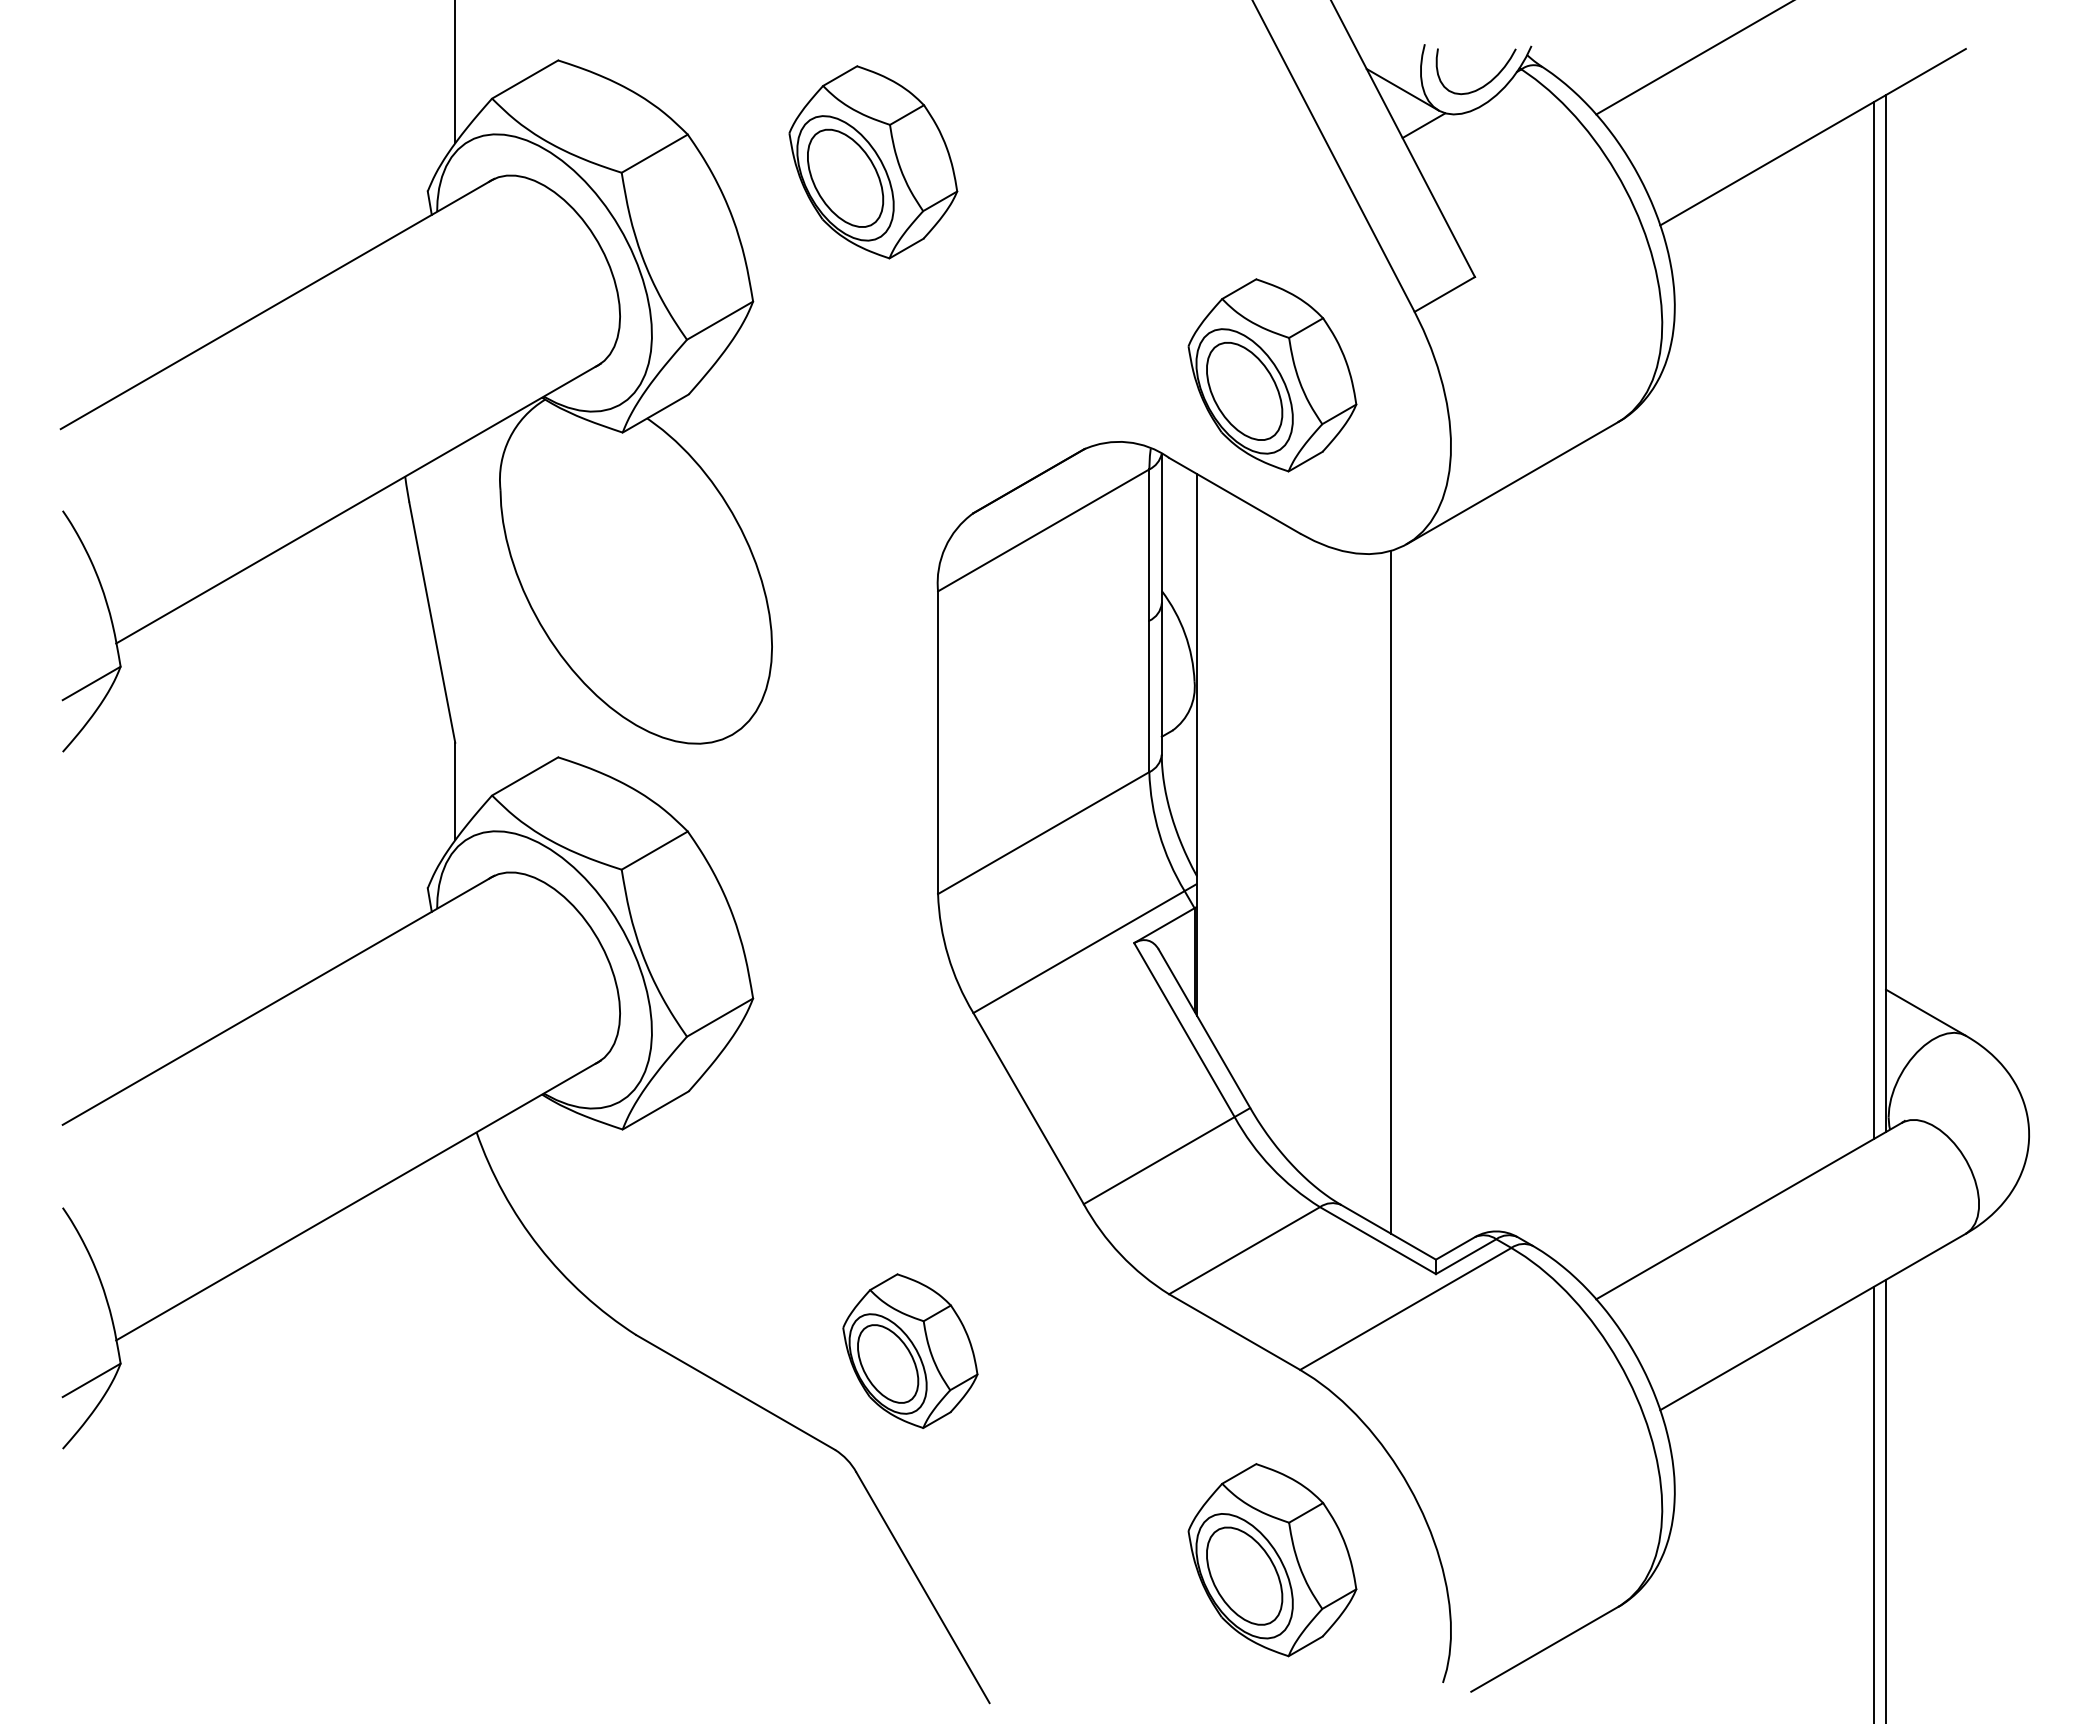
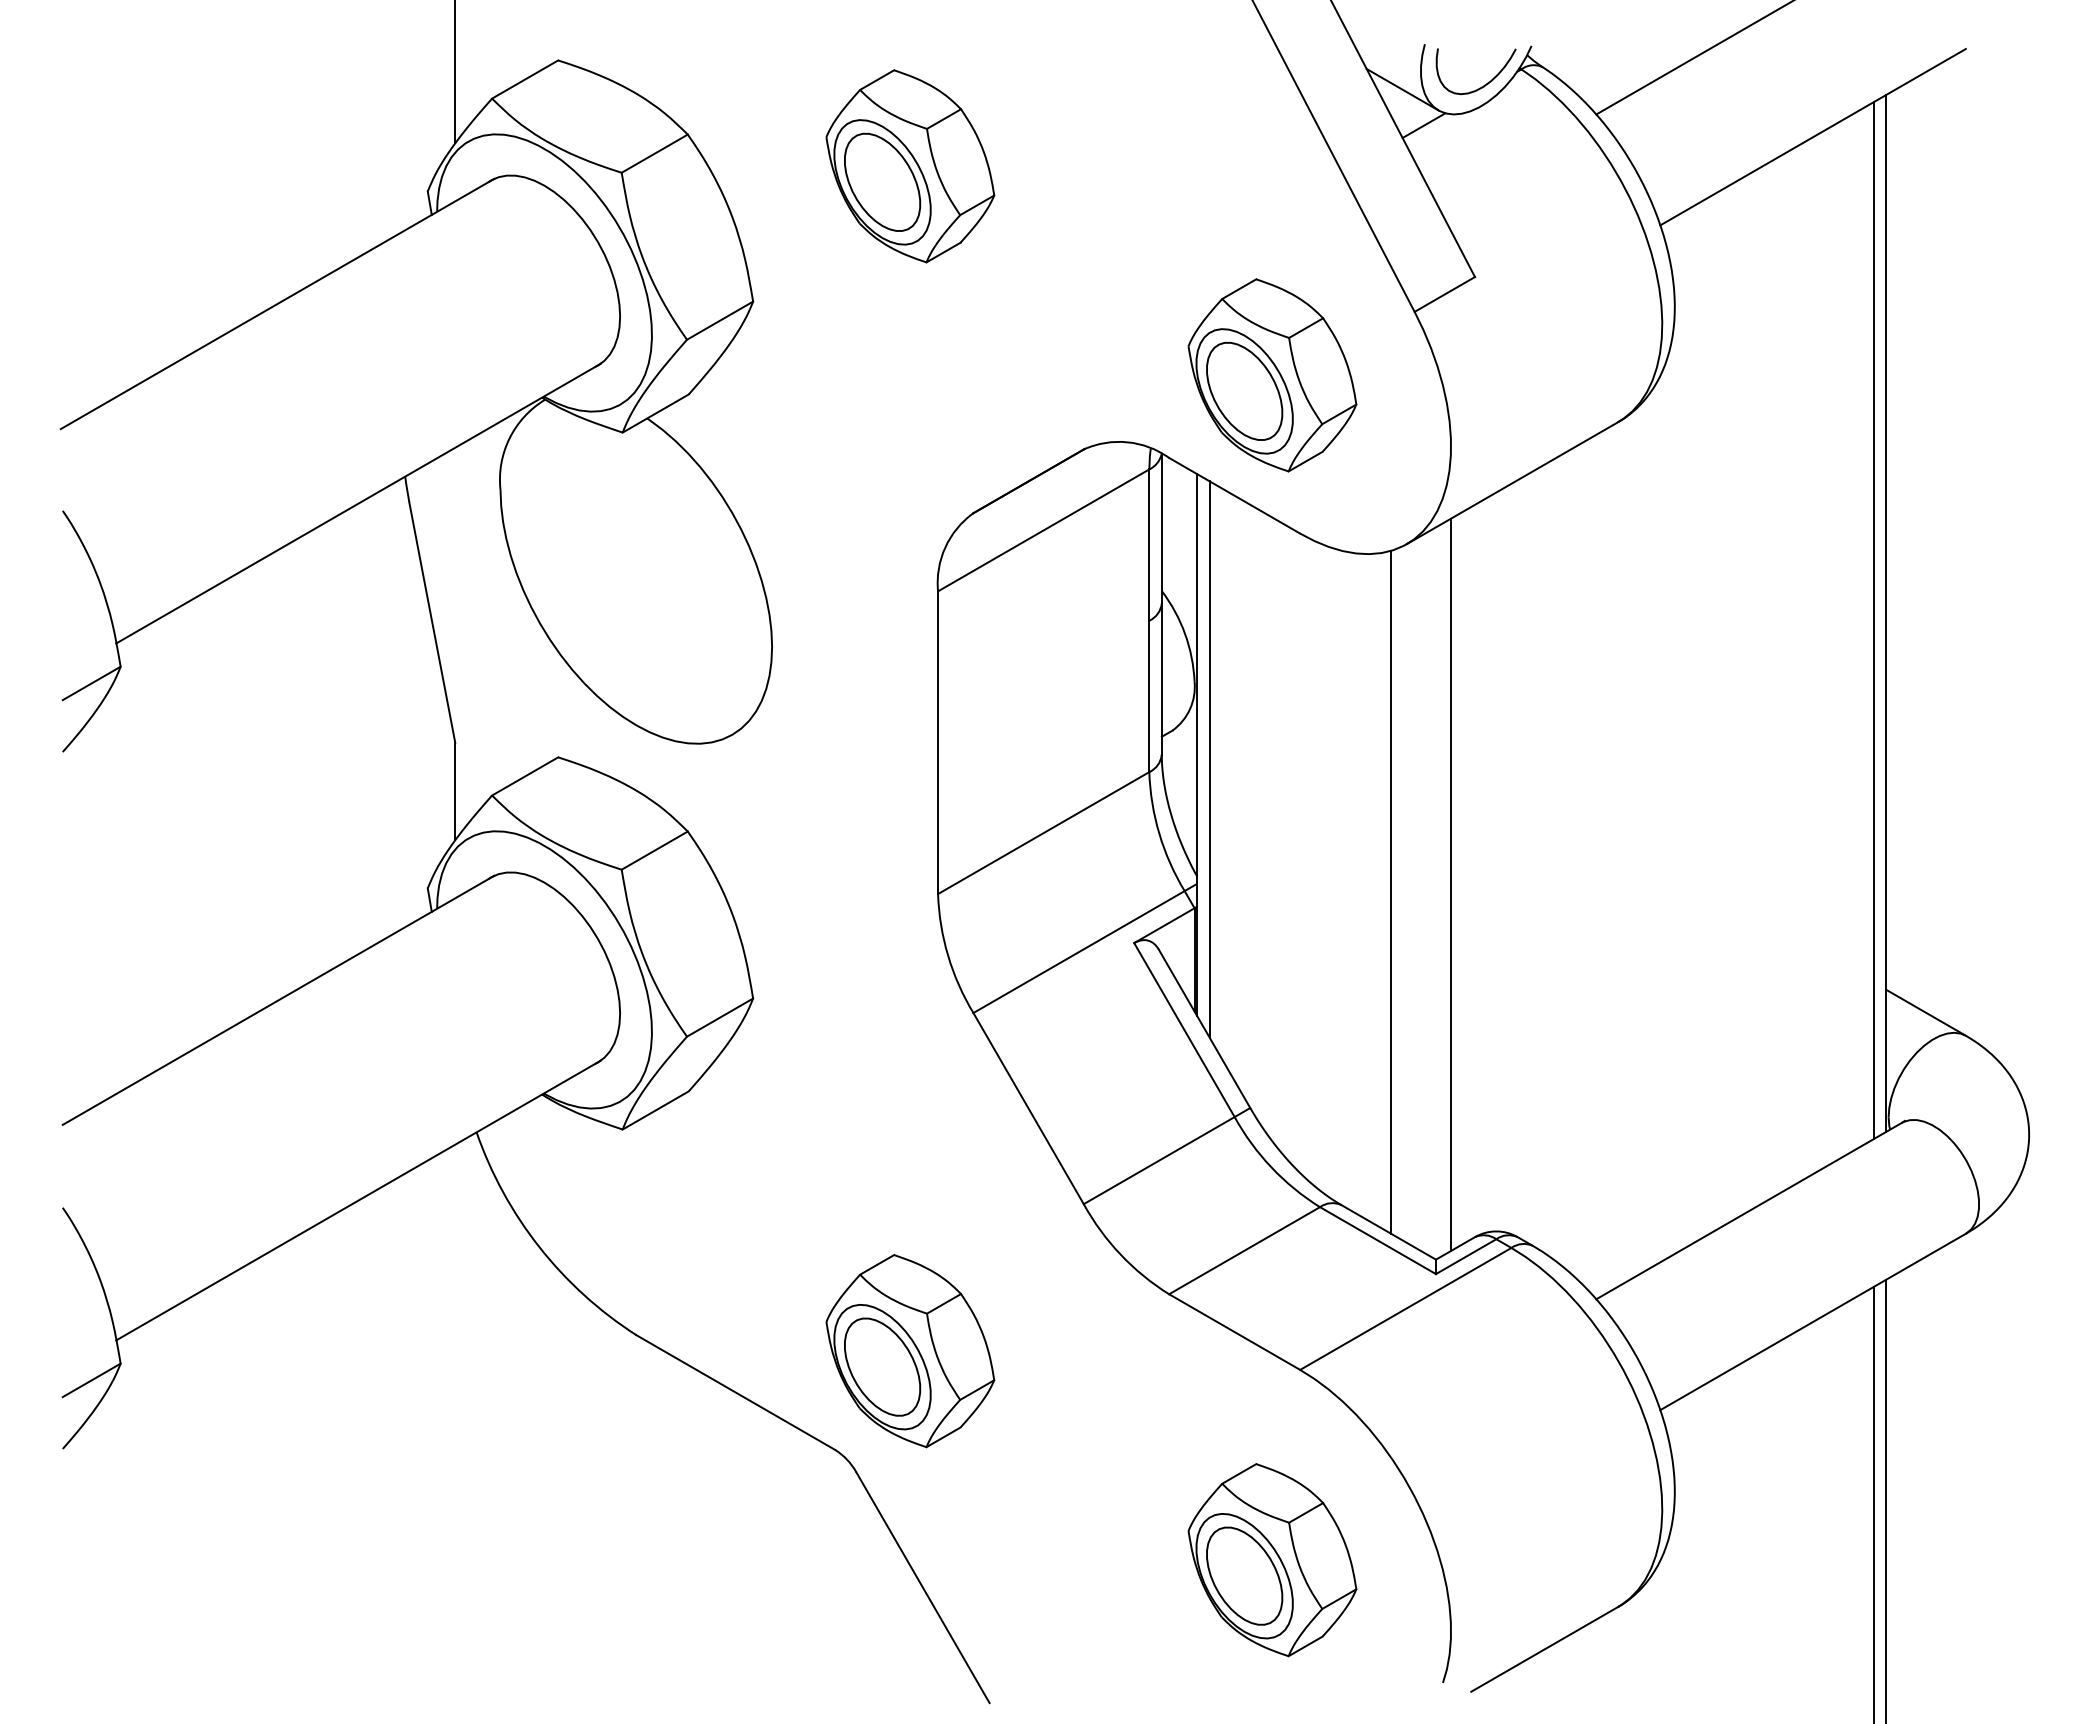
part at (873, 162) position: (873, 162) -> (910, 166)
line at (1209, 759): none -> present
line at (1451, 884): none -> present
part at (910, 1350) size: 137x156 px -> 171x195 px
